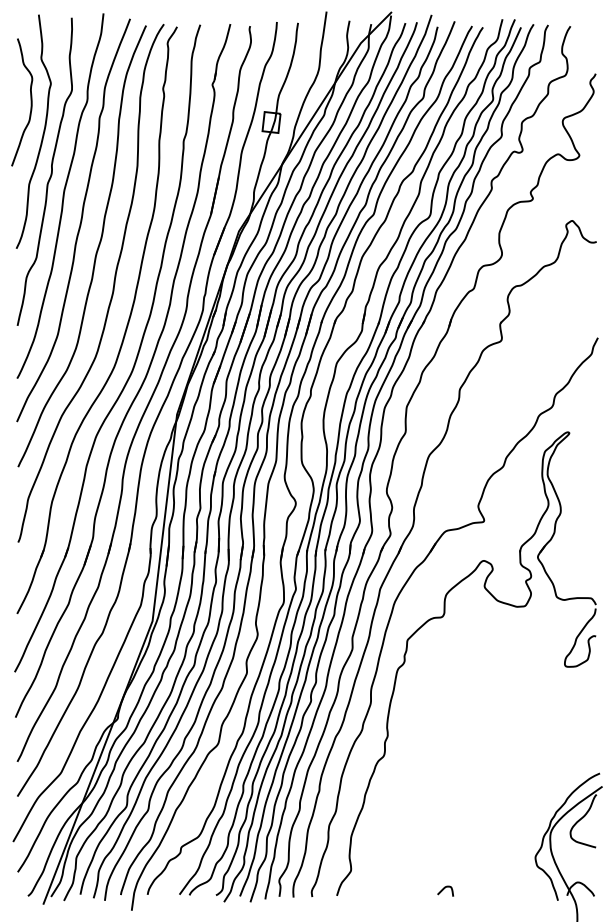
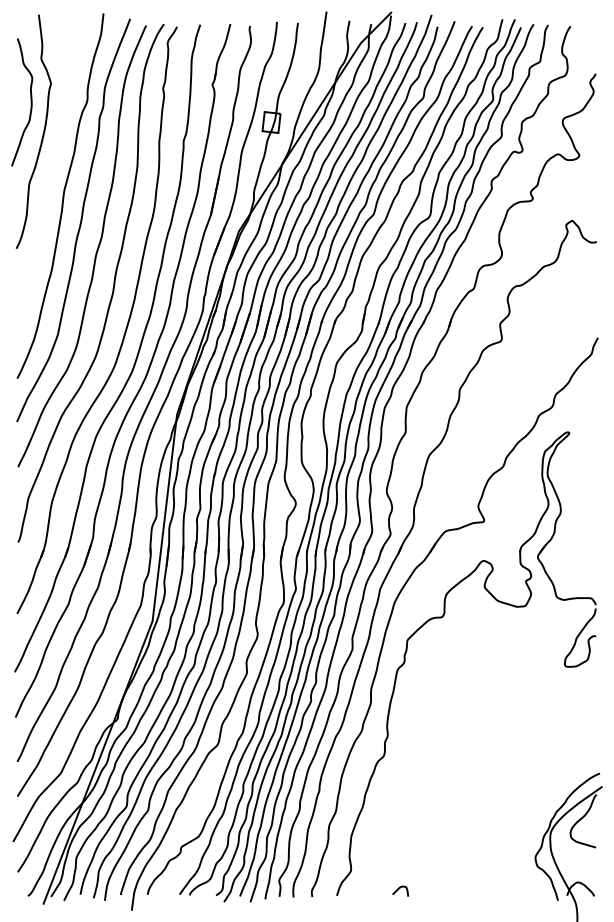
curve at (50, 173): present -> none
curve at (444, 889) position: (444, 889) -> (399, 889)
